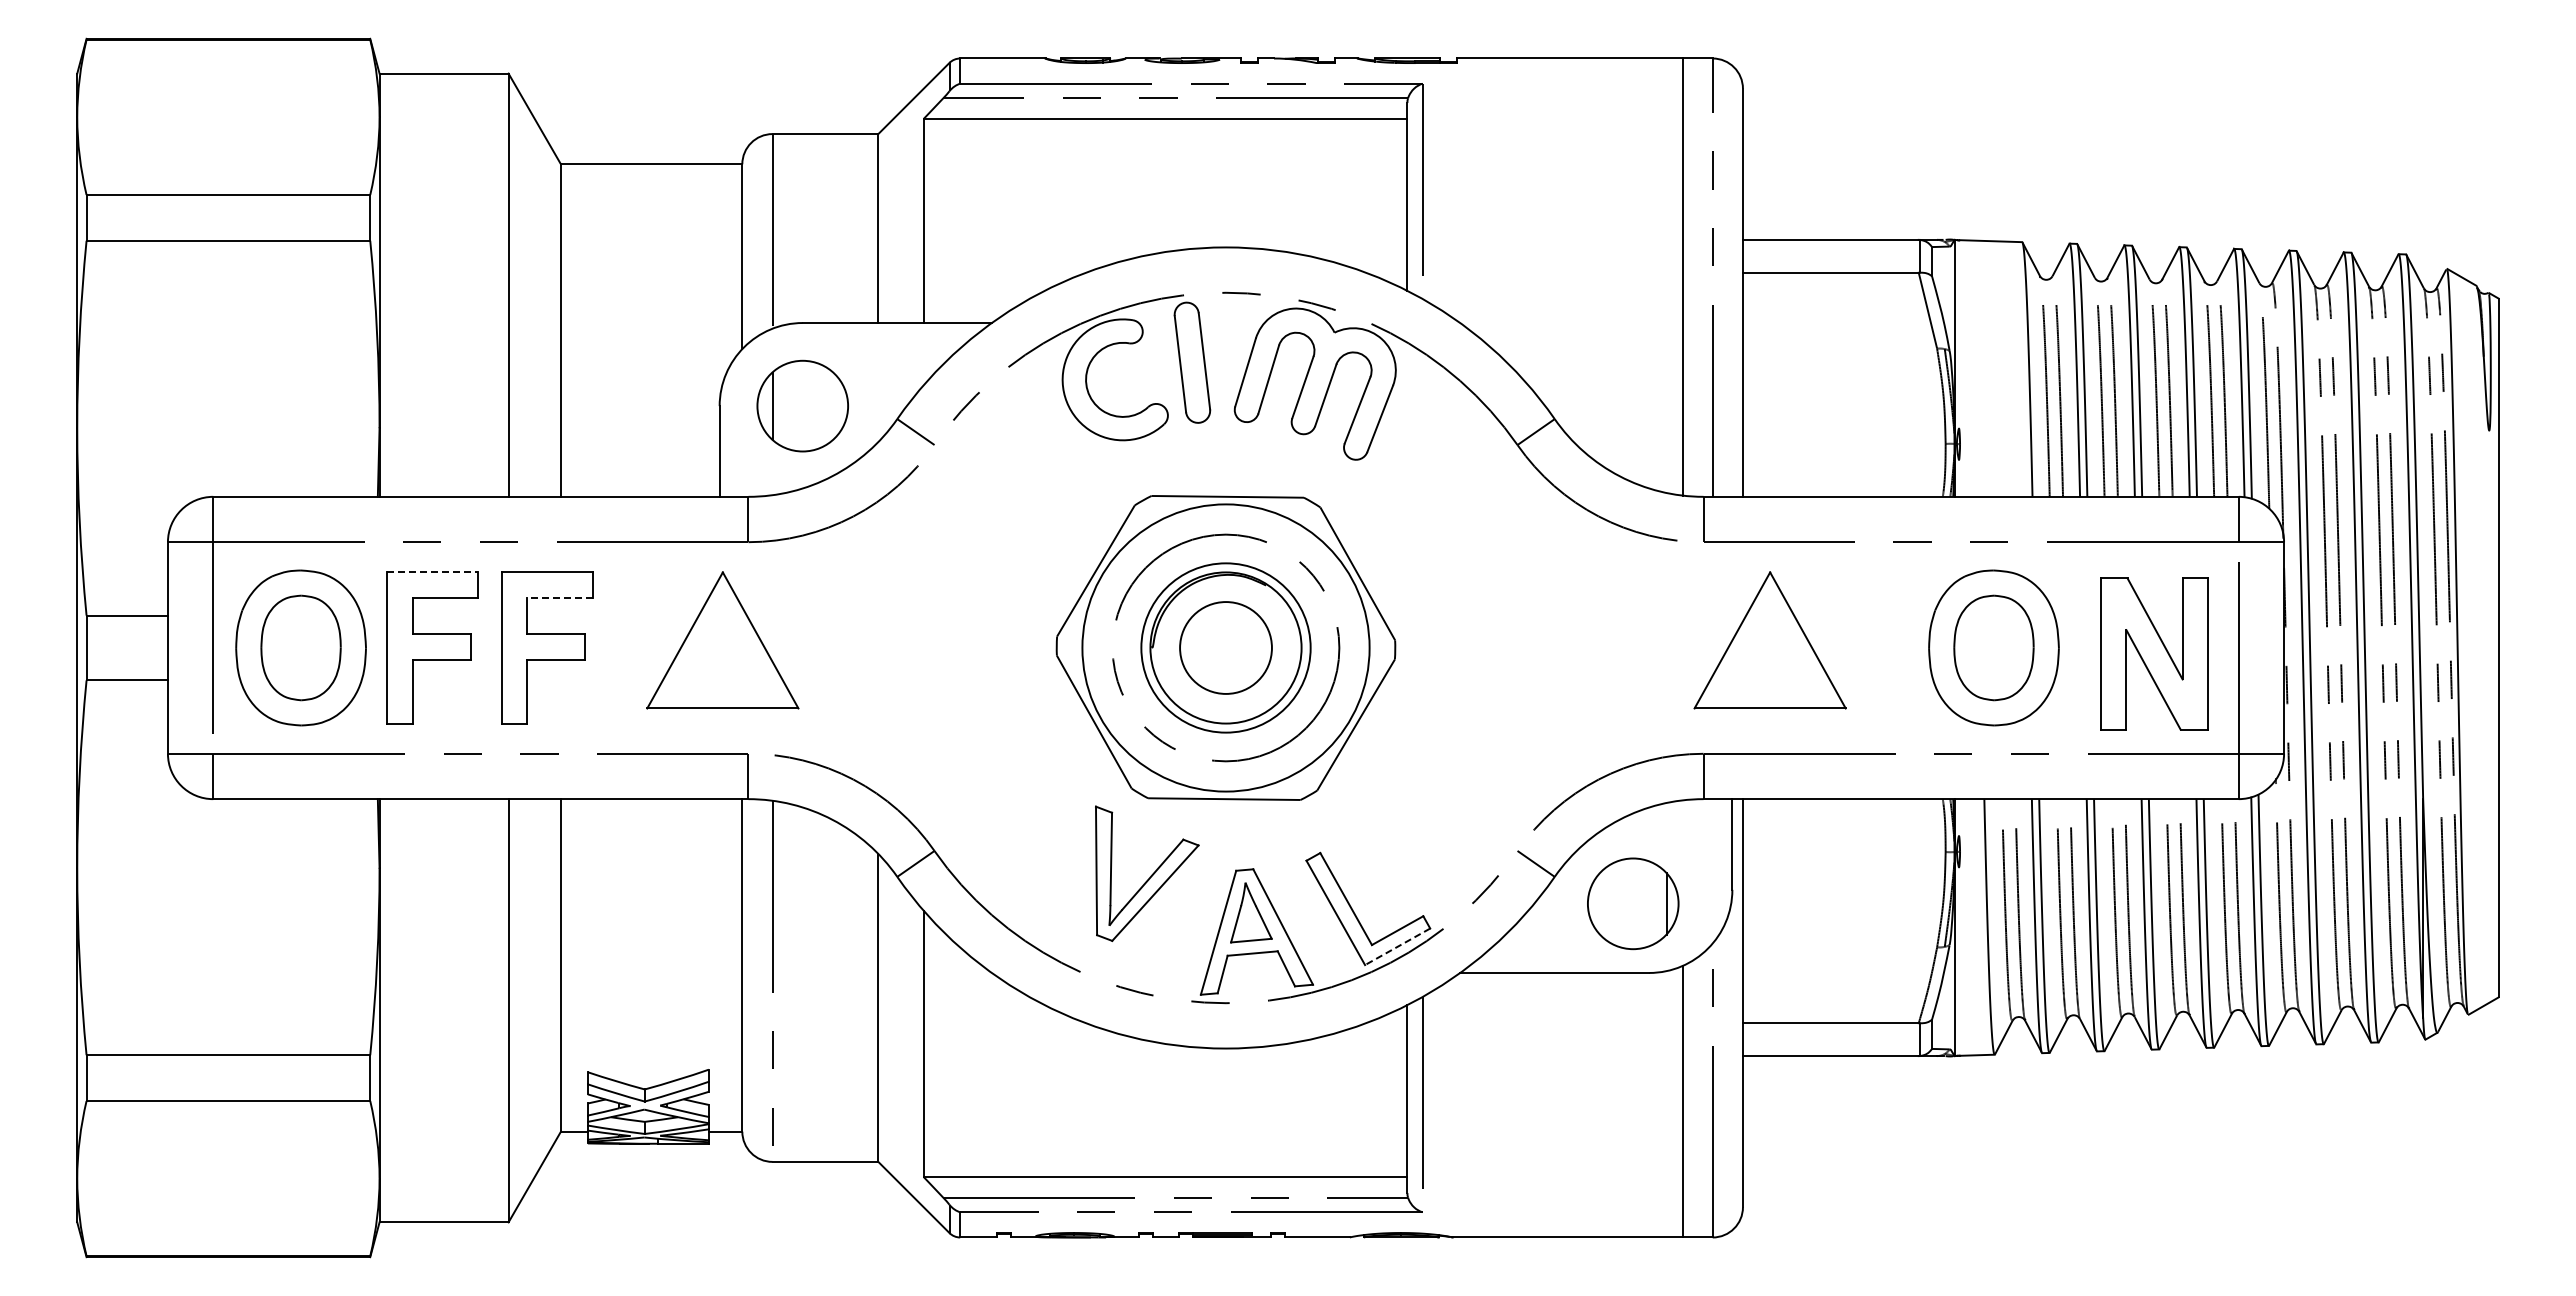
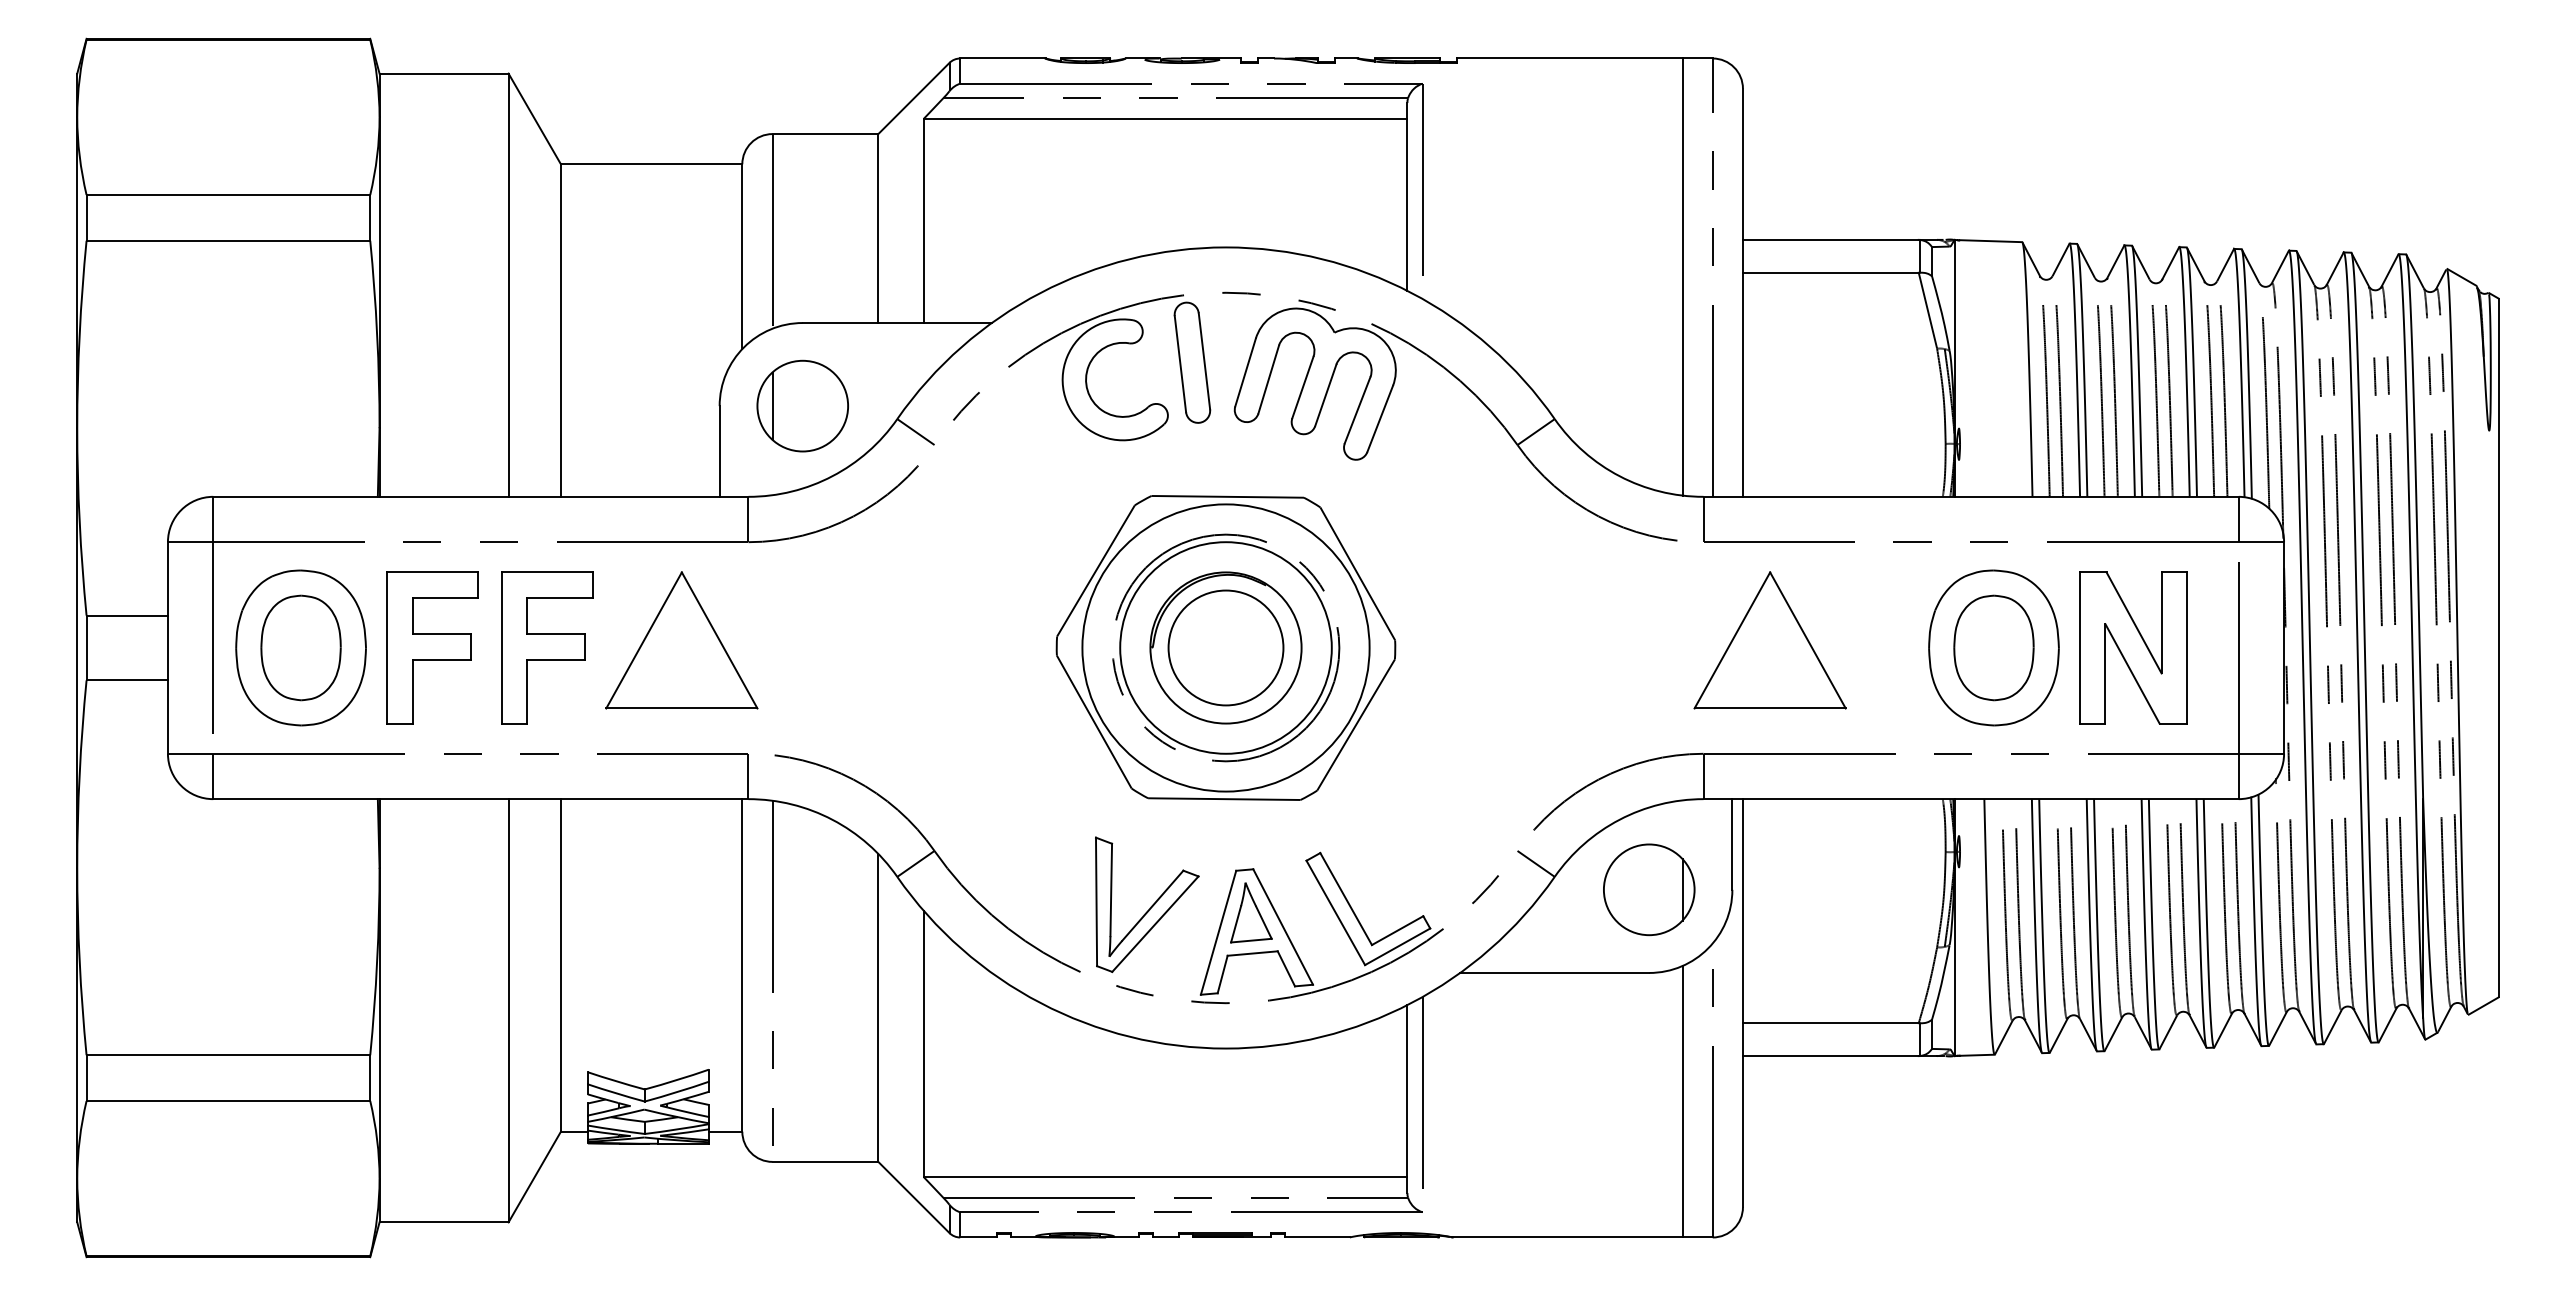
line at (432, 572): dashed -> solid
line at (559, 597): dashed -> solid
part at (722, 640) position: (722, 640) -> (681, 640)
circle at (1225, 647) diameter: 169 px -> 212 px
circle at (1225, 647) diameter: 92 px -> 115 px
part at (2154, 653) position: (2154, 653) -> (2133, 647)
part at (1147, 873) position: (1147, 873) -> (1147, 904)
part at (1633, 903) position: (1633, 903) -> (1649, 889)
line at (1397, 947): dashed -> solid
